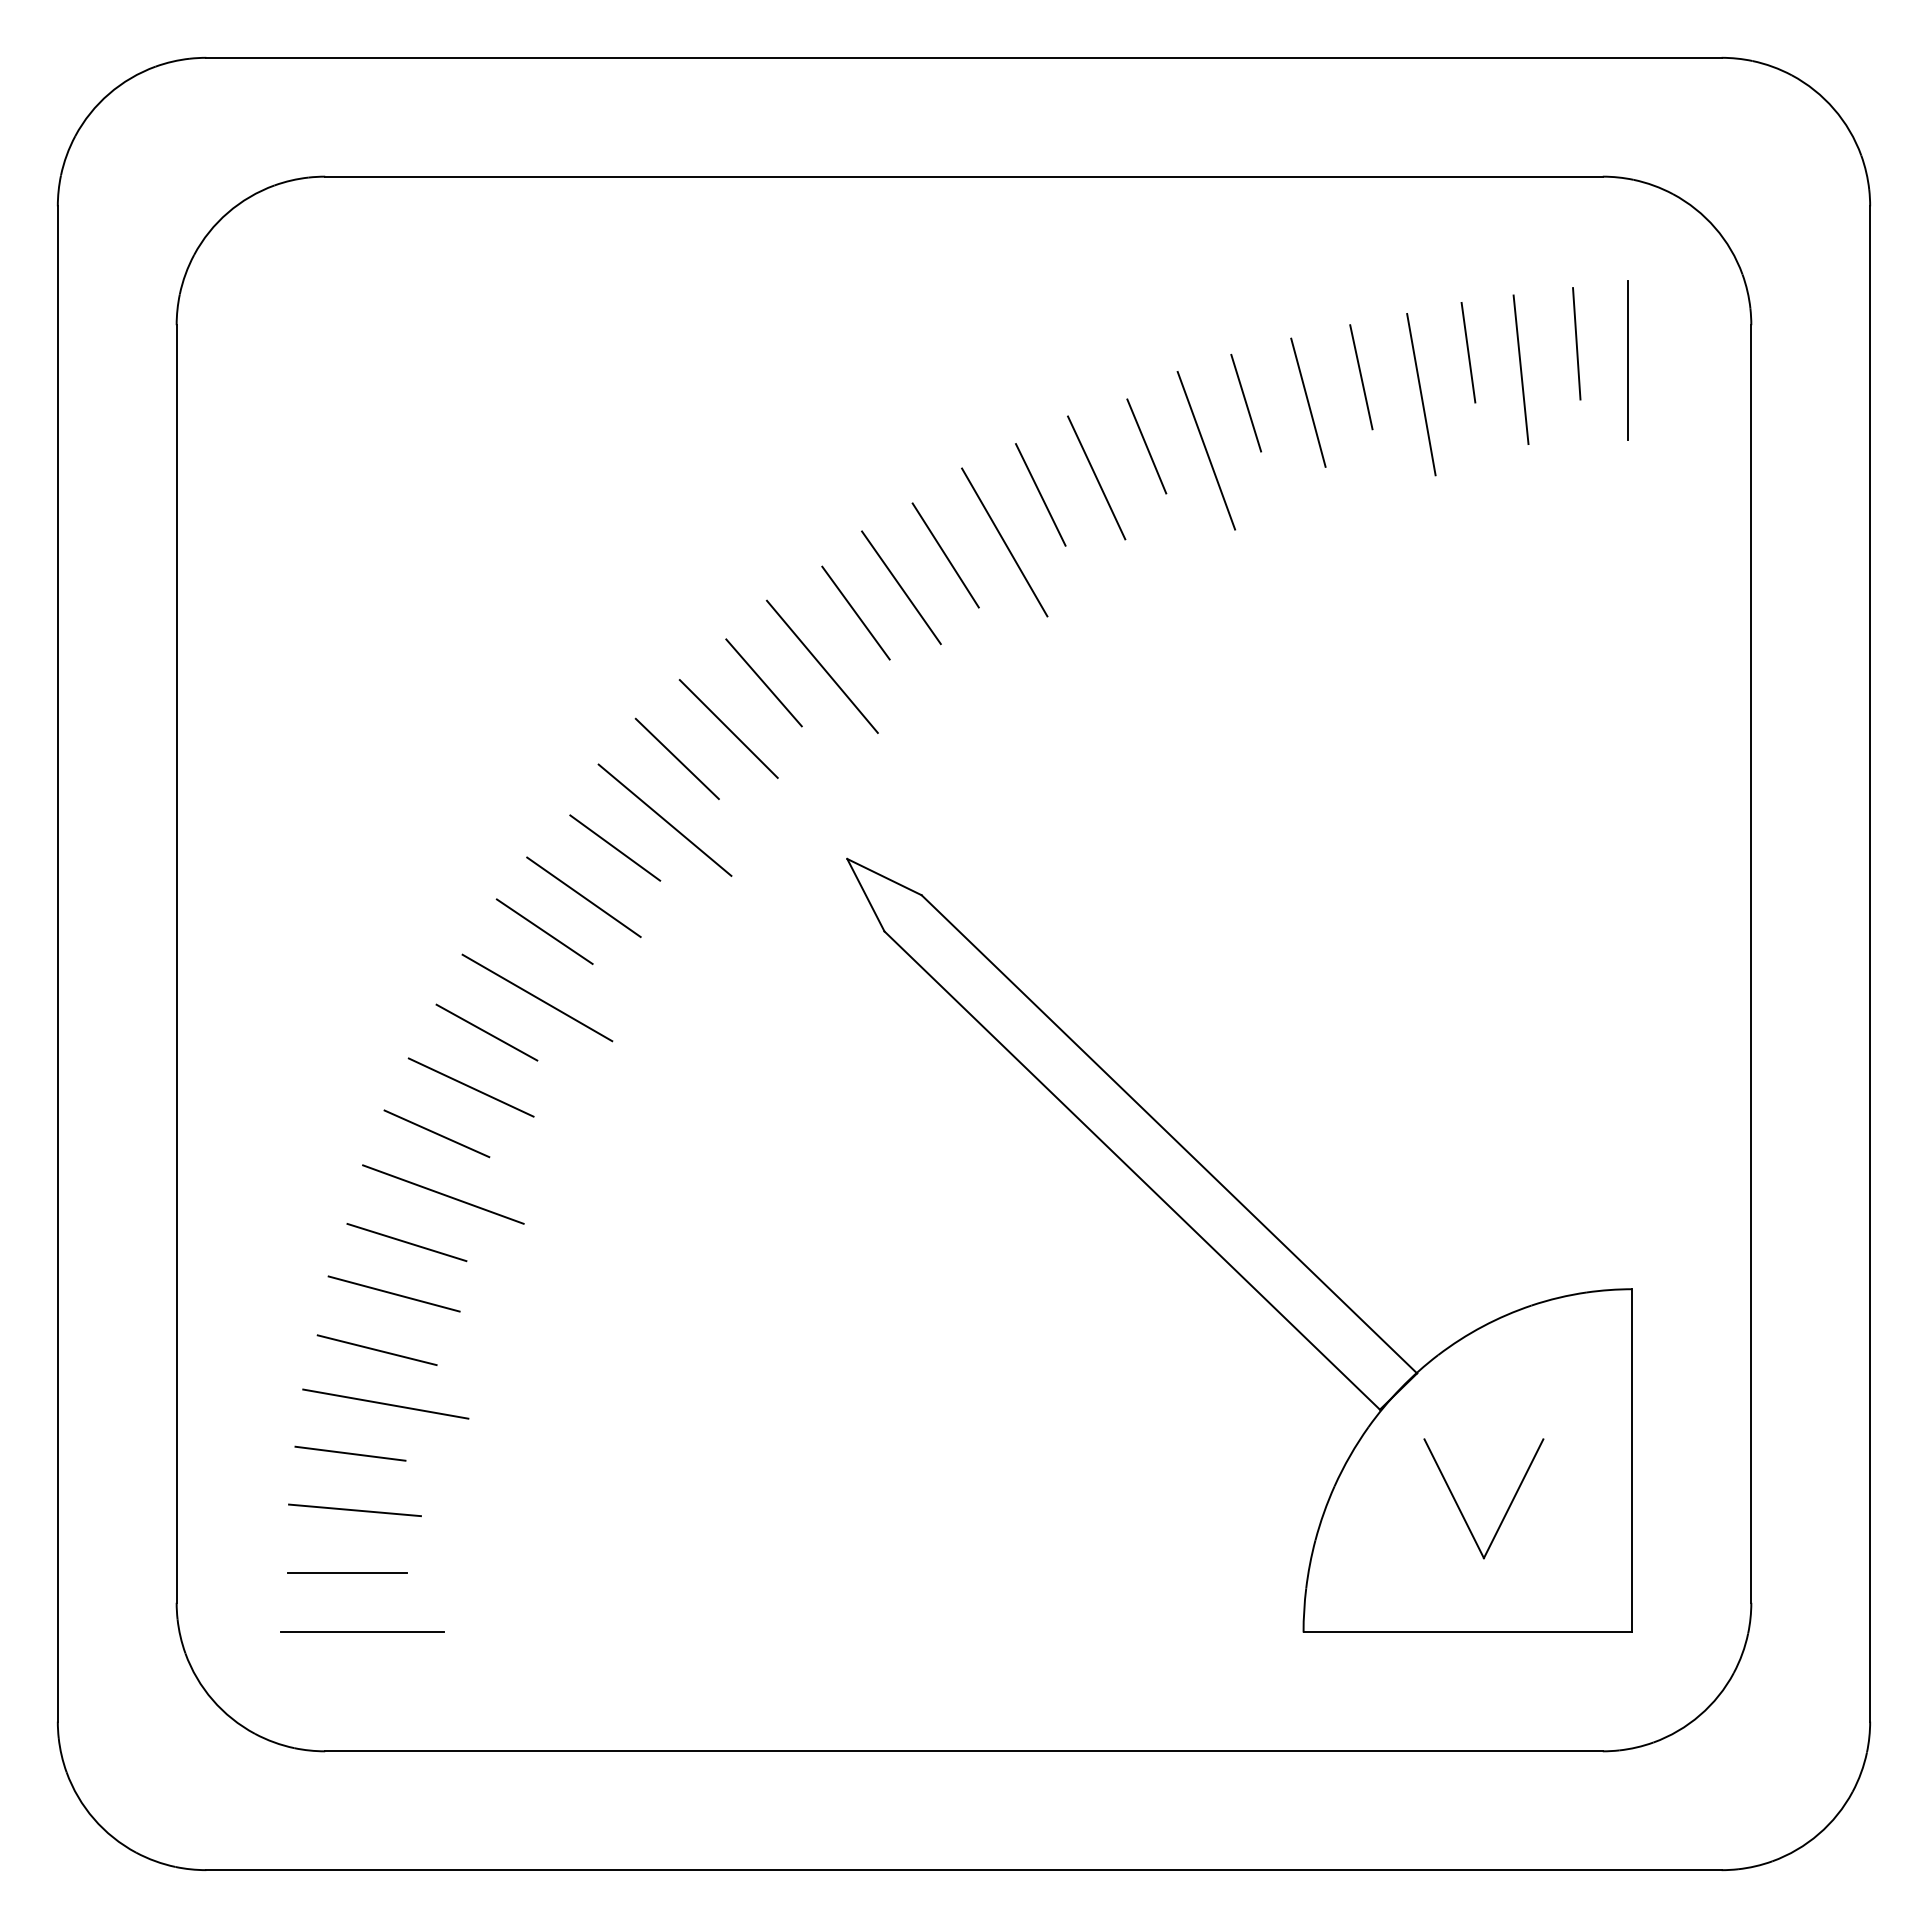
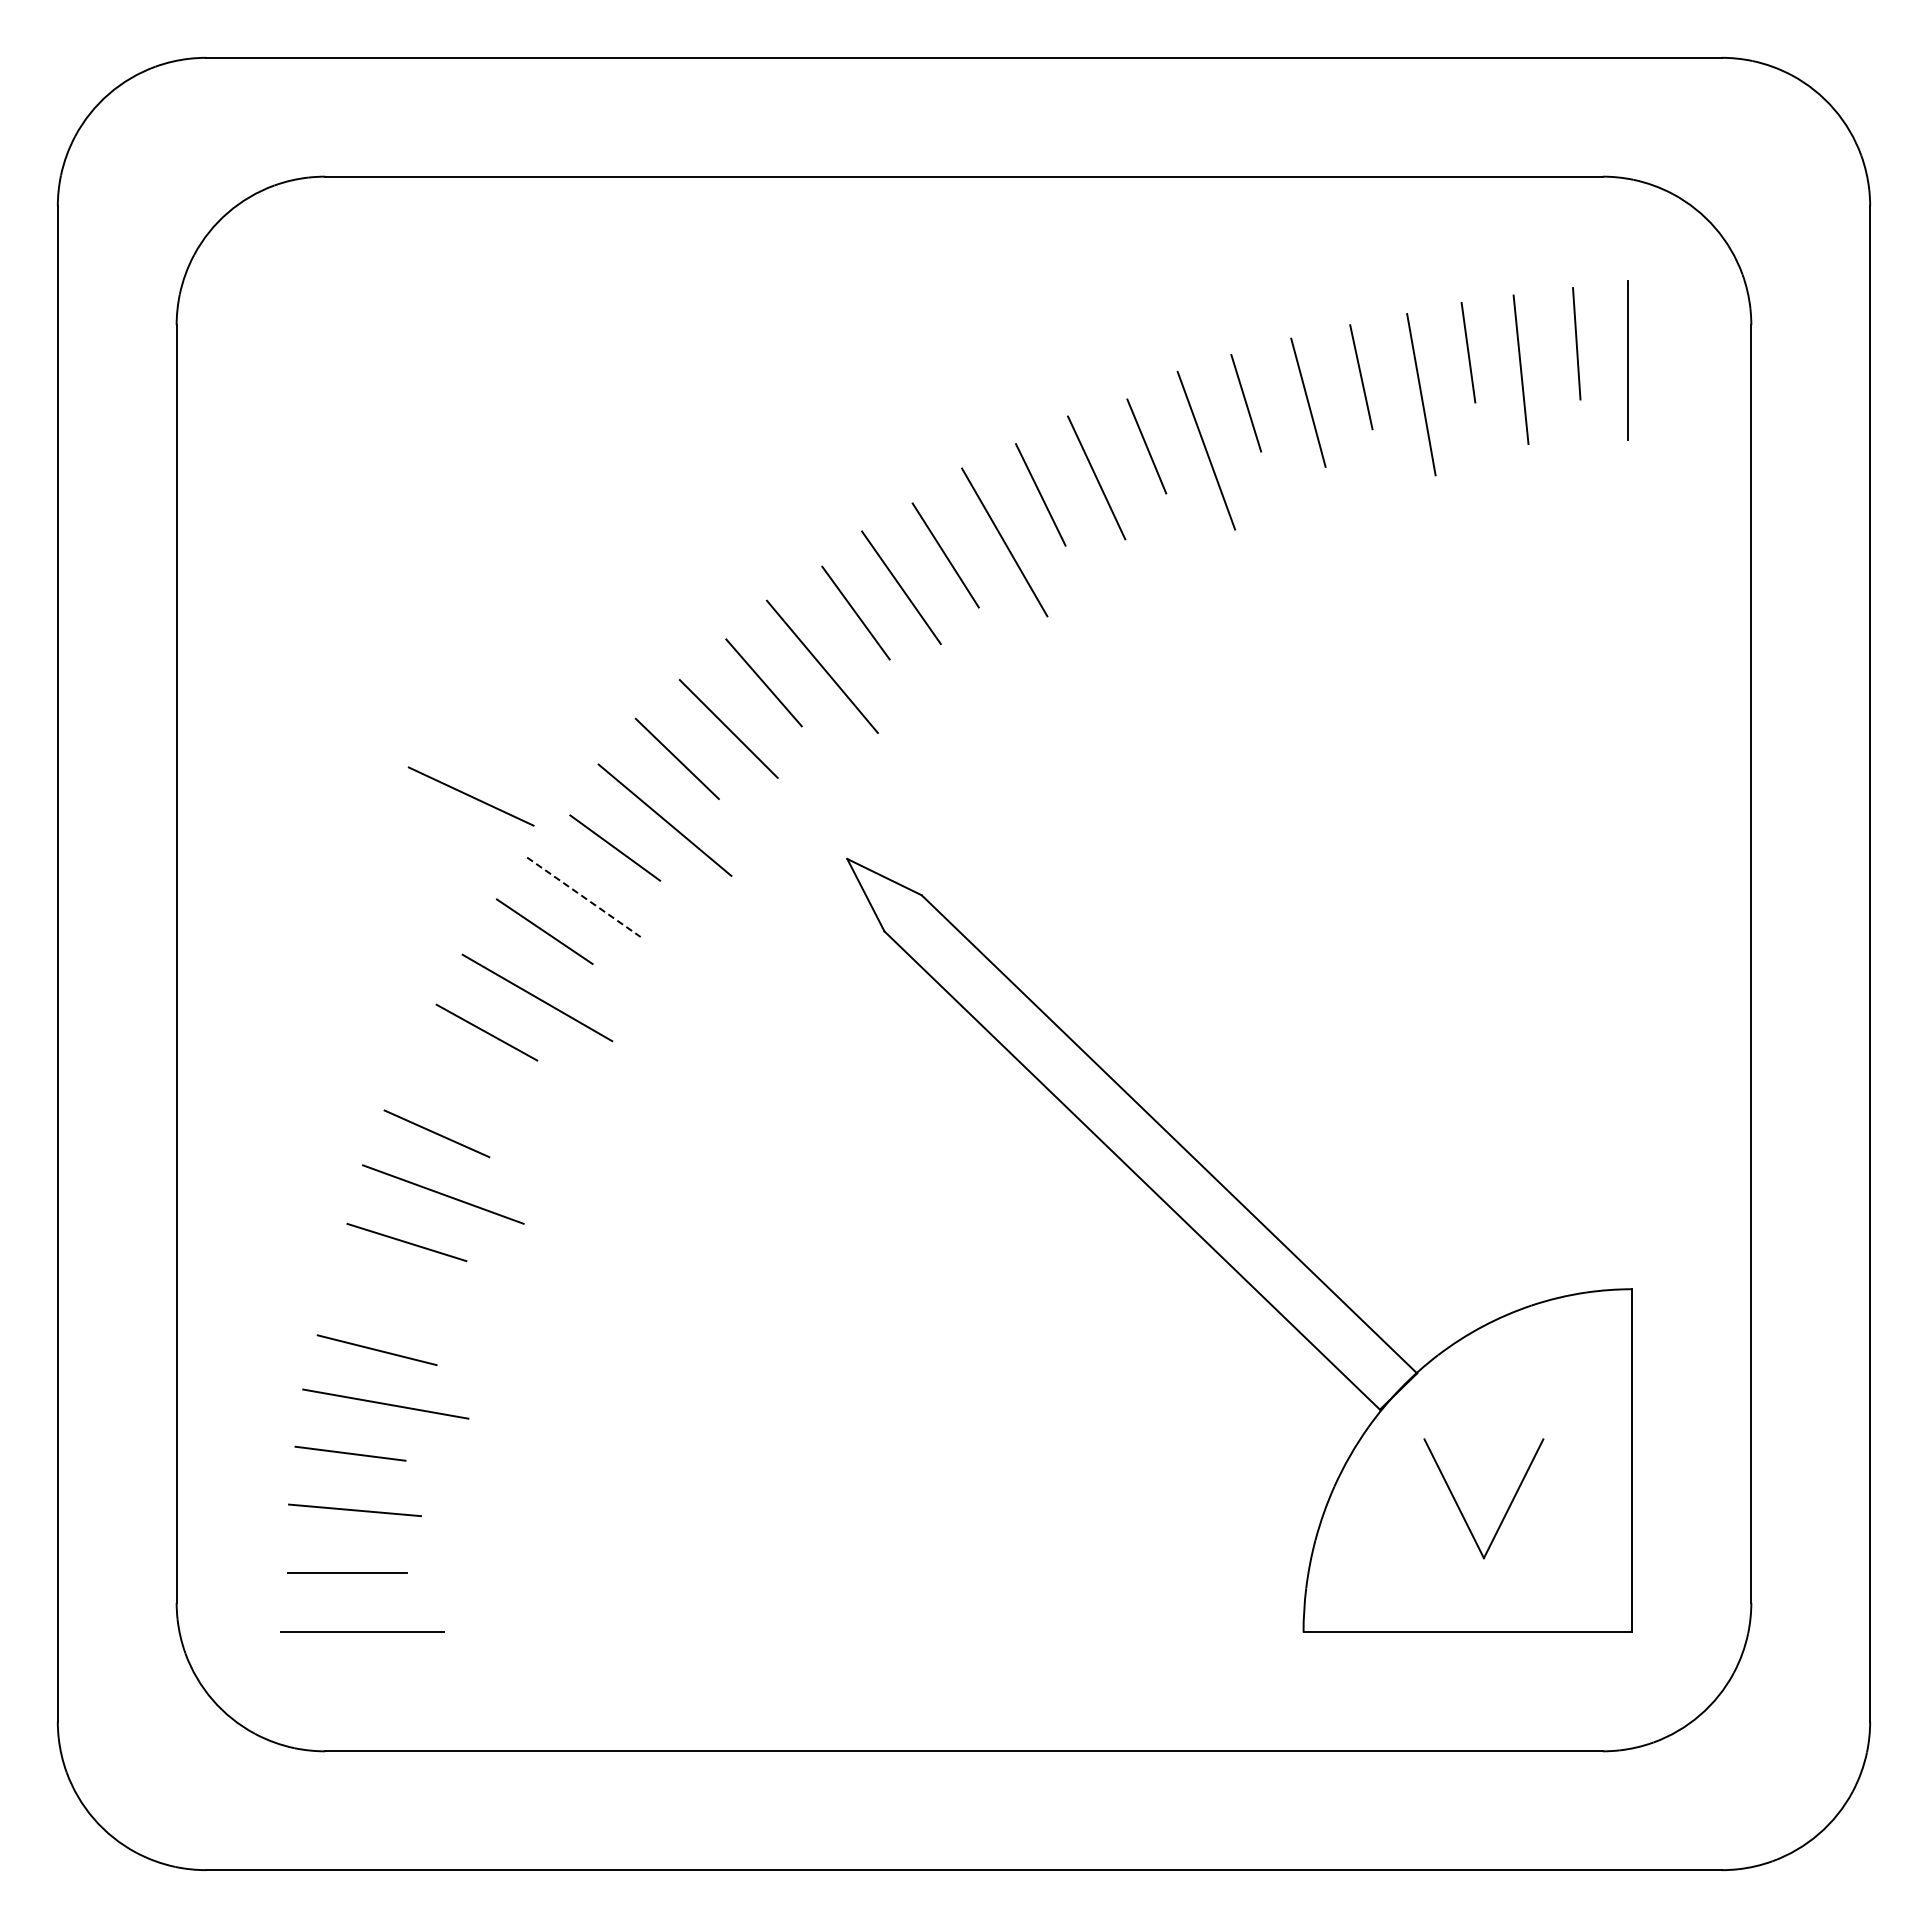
line at (584, 897): solid -> dashed
line at (470, 1087) position: (470, 1087) -> (470, 796)
line at (393, 1293): present -> none
